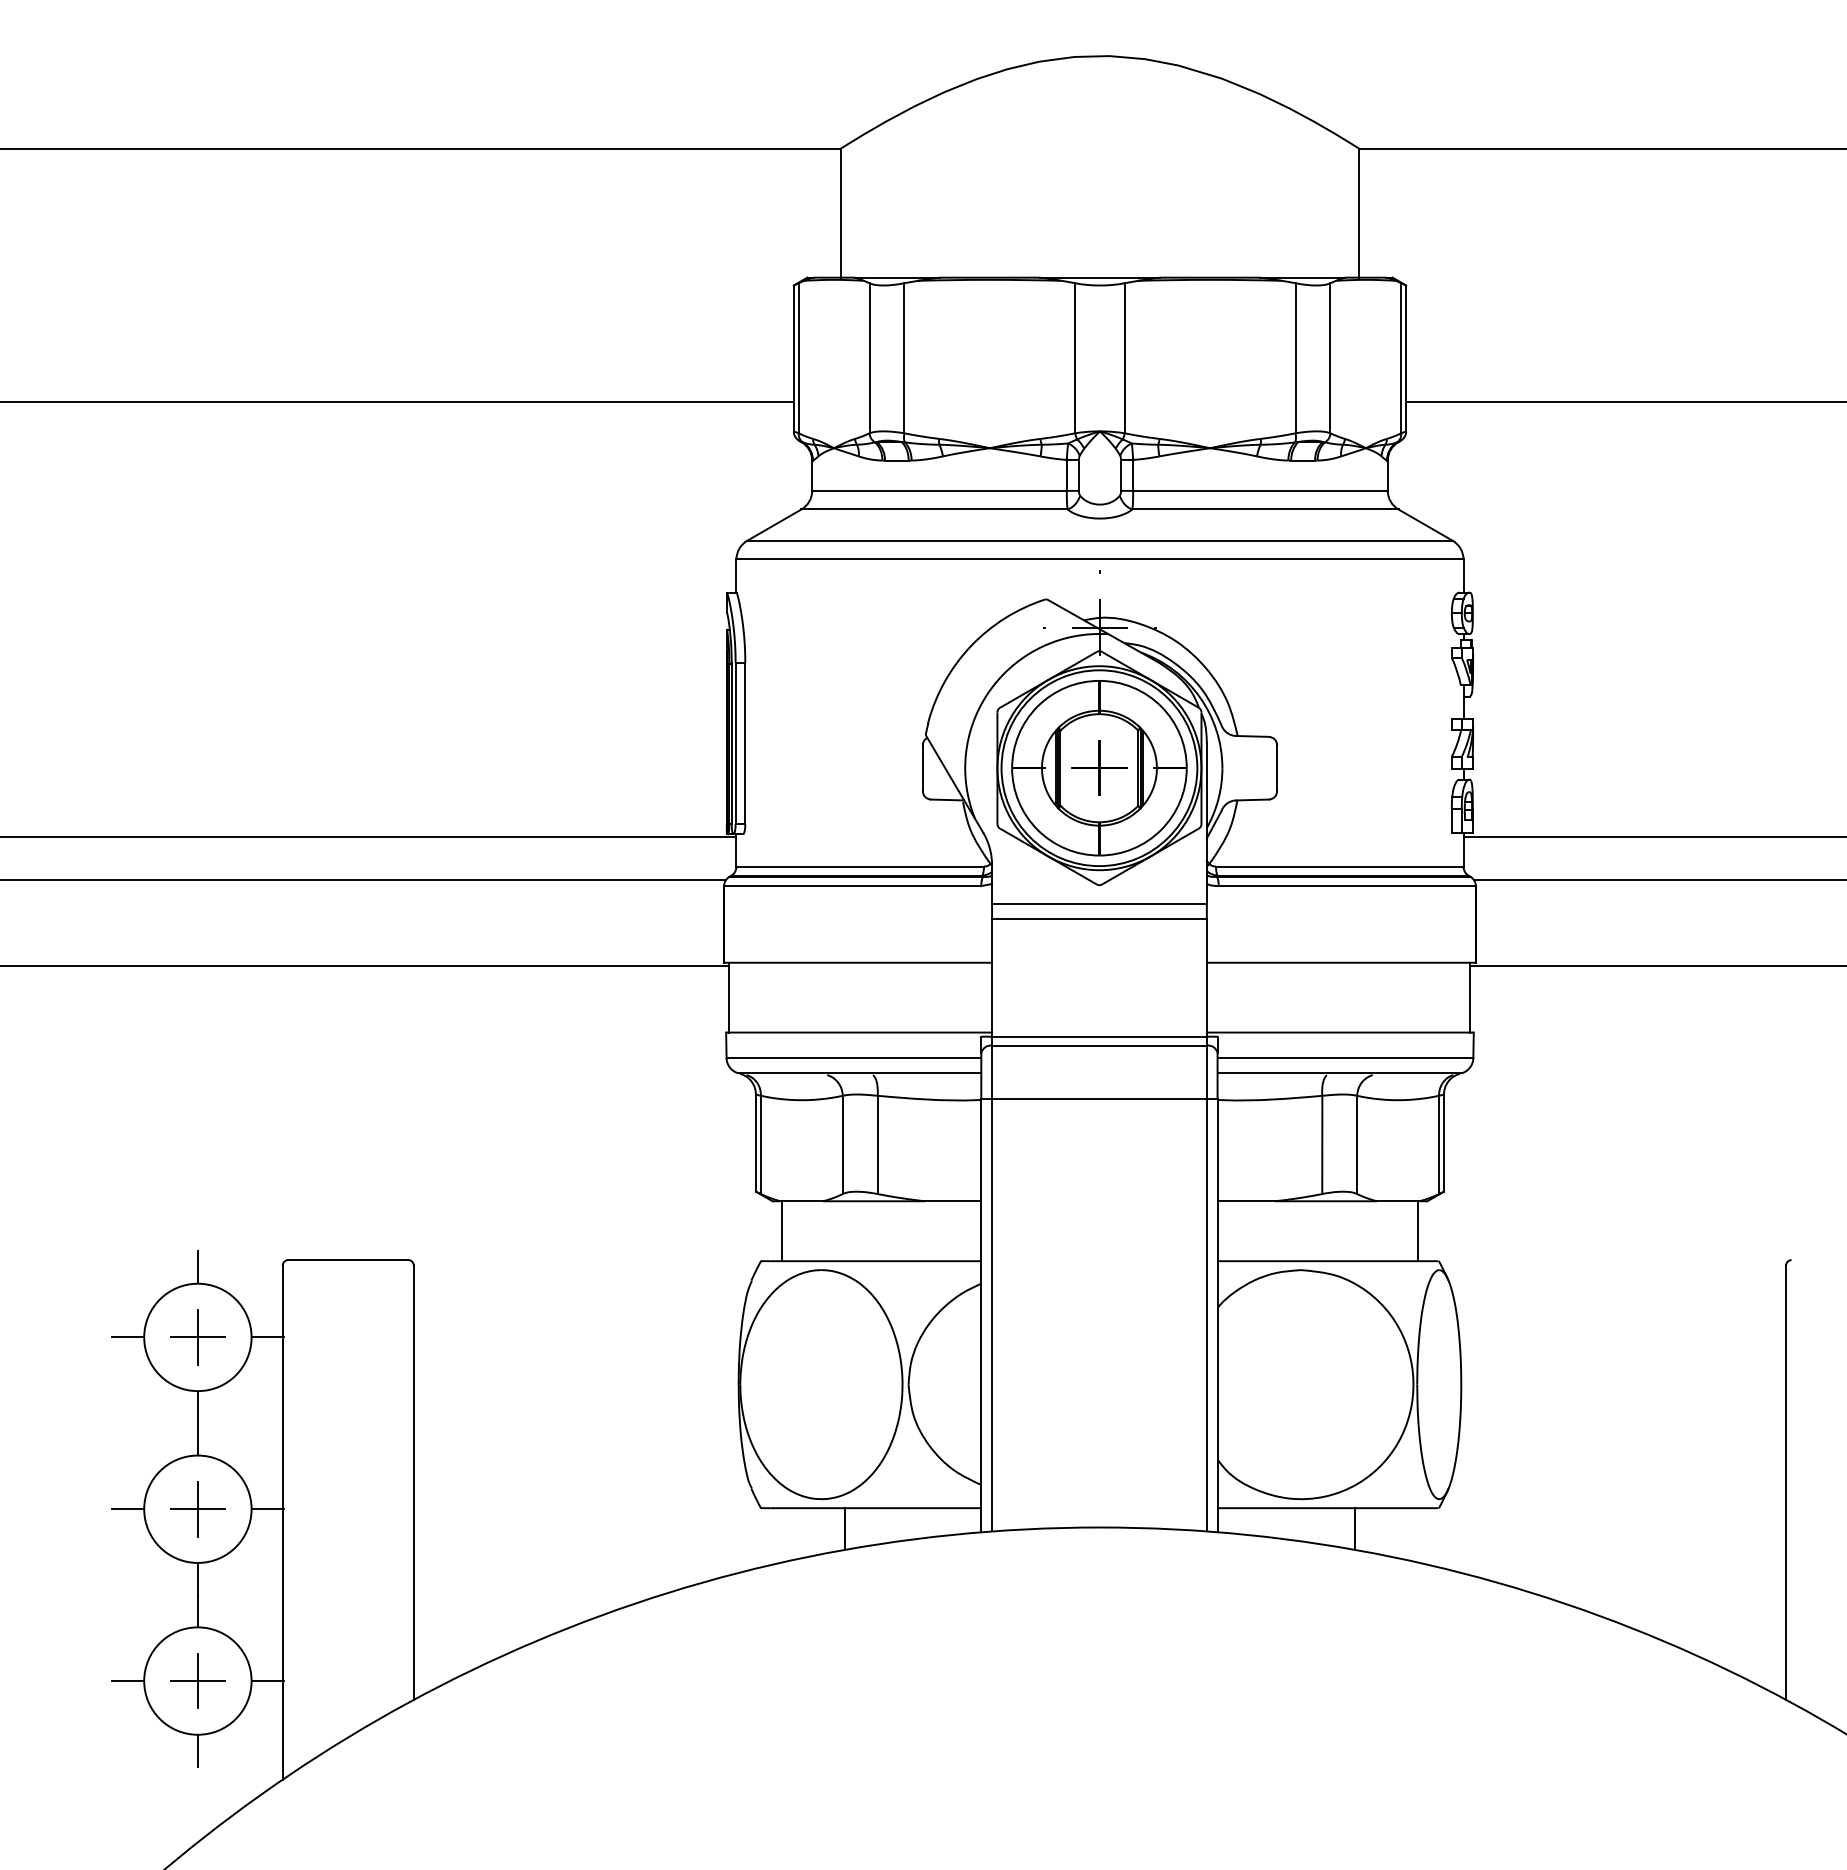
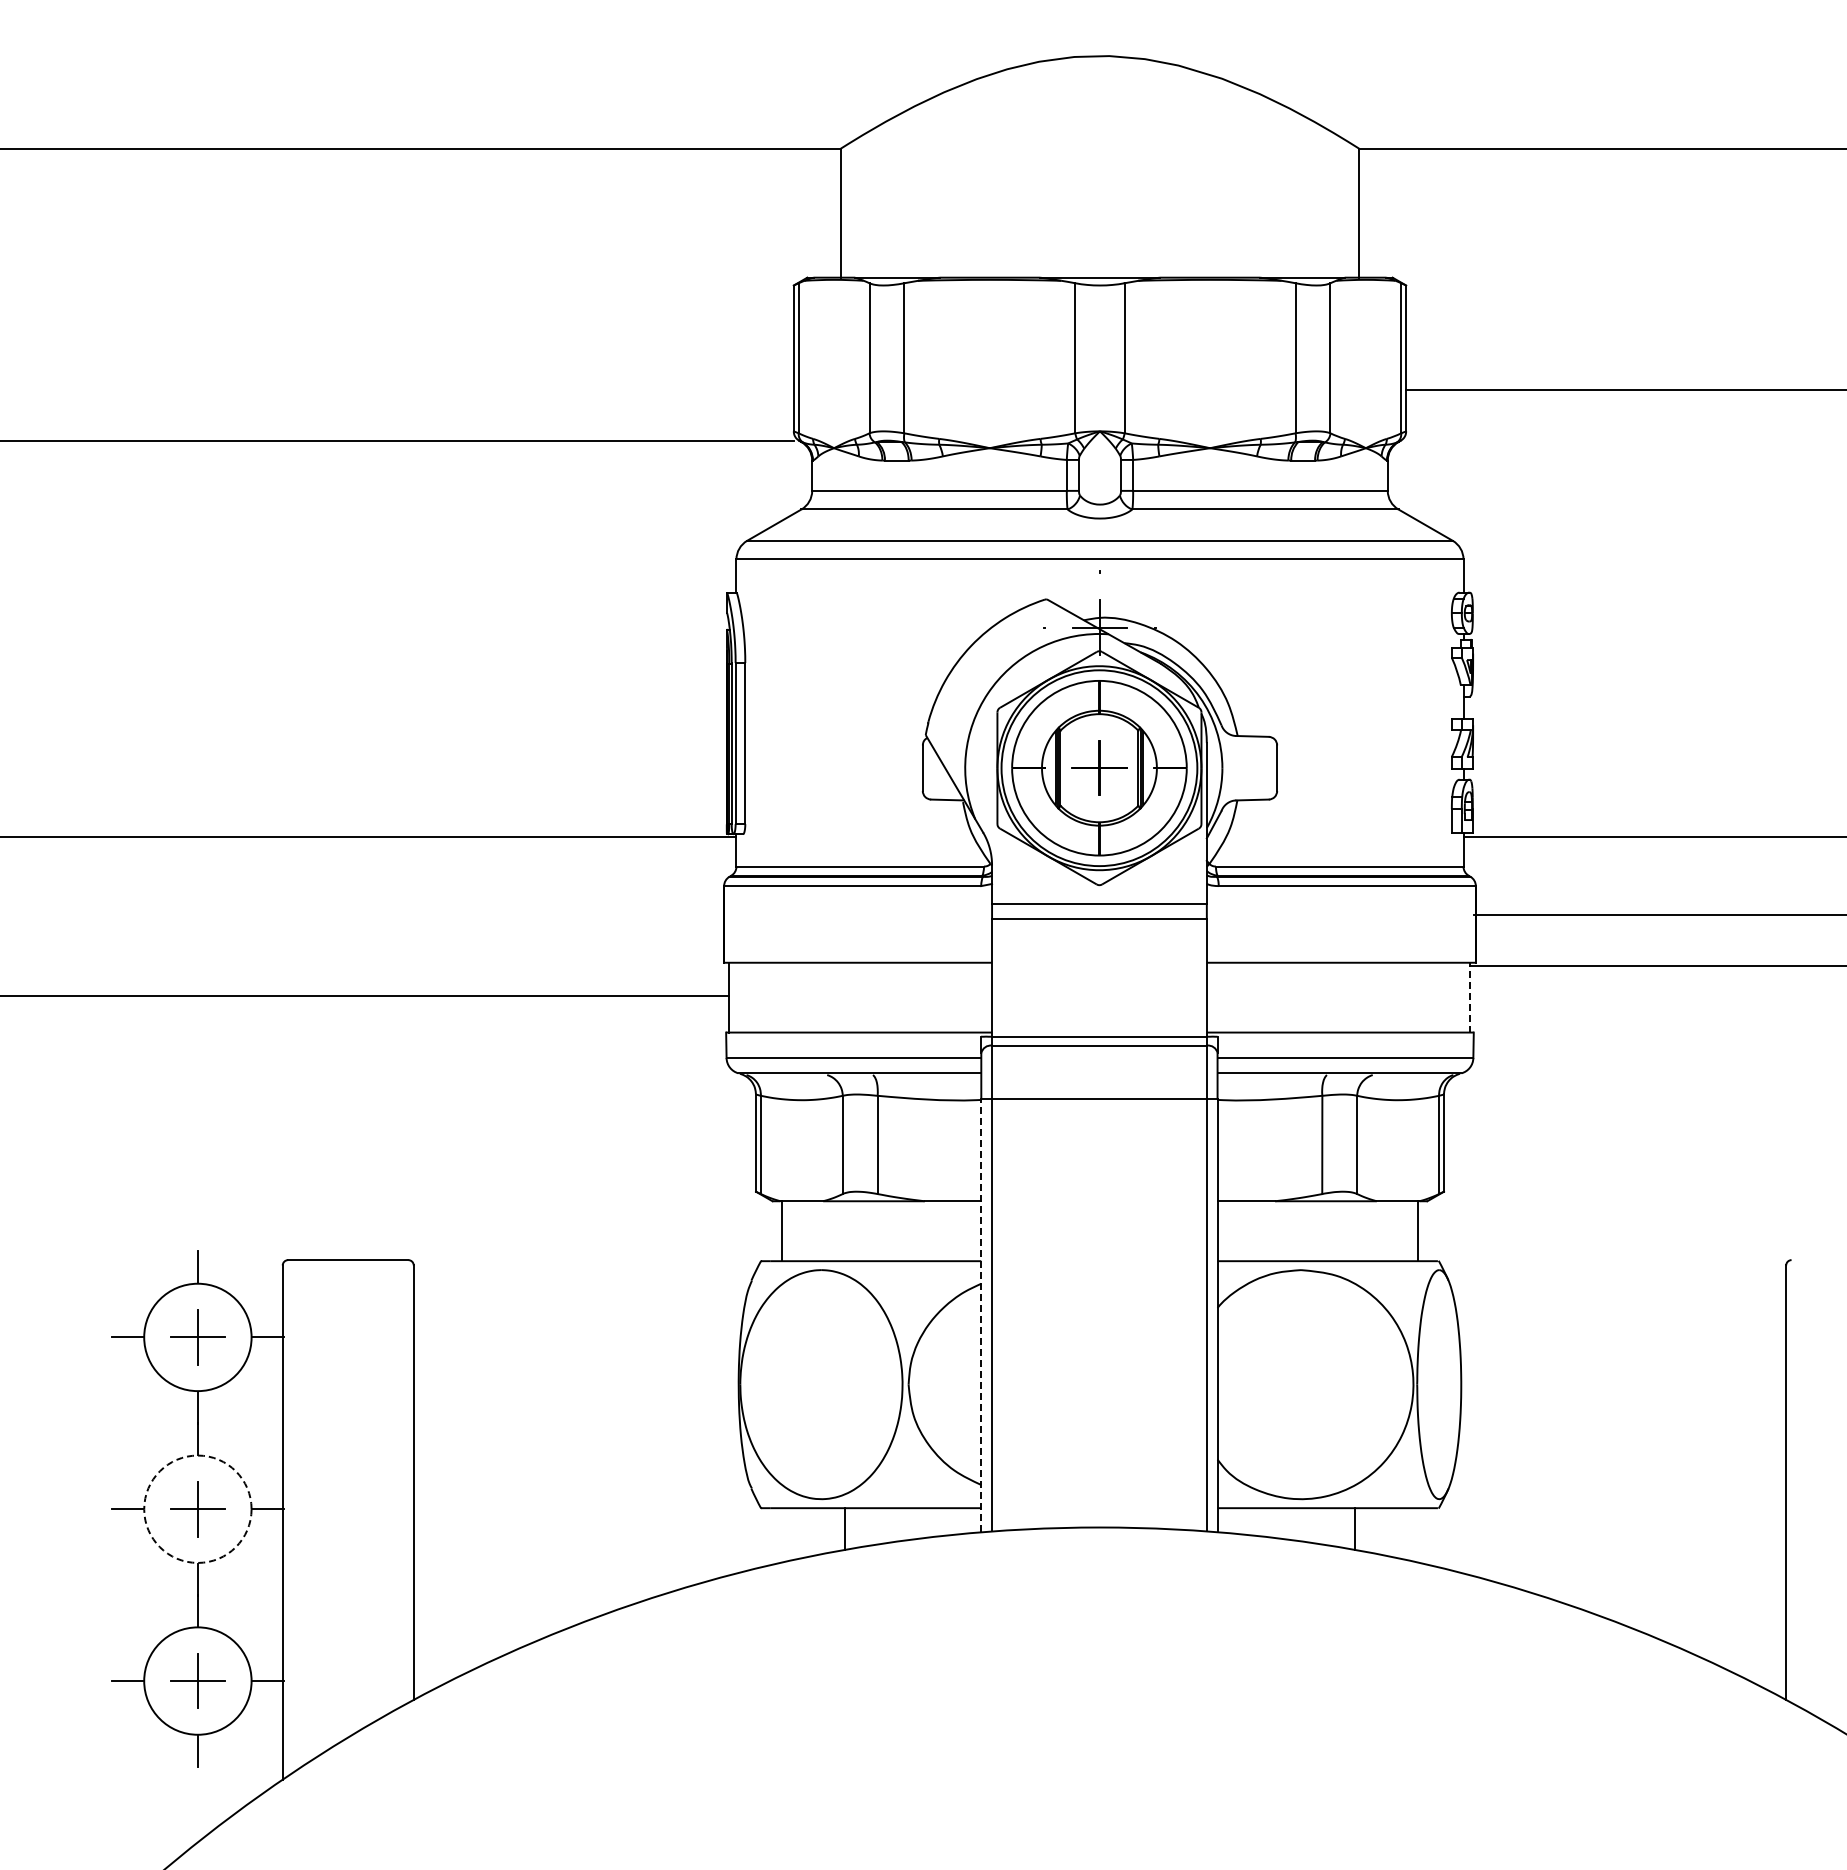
line at (397, 402) position: (397, 402) -> (397, 441)
line at (1624, 402) position: (1624, 402) -> (1624, 390)
line at (364, 879): present -> none
line at (1658, 879) position: (1658, 879) -> (1658, 914)
line at (365, 965) position: (365, 965) -> (365, 995)
line at (1470, 997): solid -> dashed
line at (981, 1315): solid -> dashed
circle at (197, 1508): solid -> dashed
